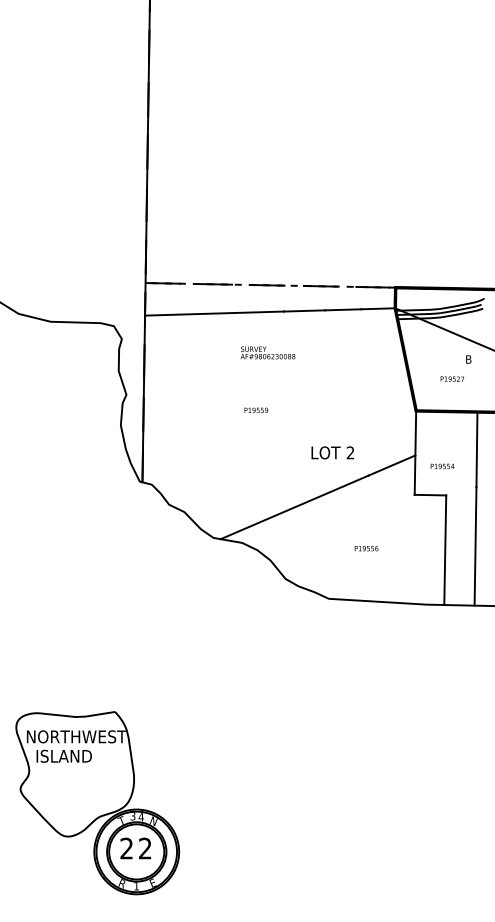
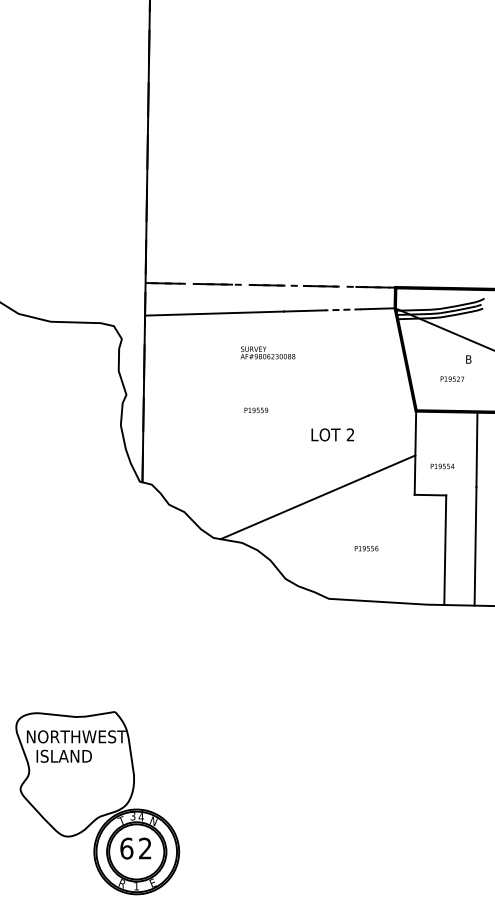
line at (342, 309): solid -> dashed
text at (332, 452) position: (332, 452) -> (332, 434)
text at (126, 848): 2 -> 6
